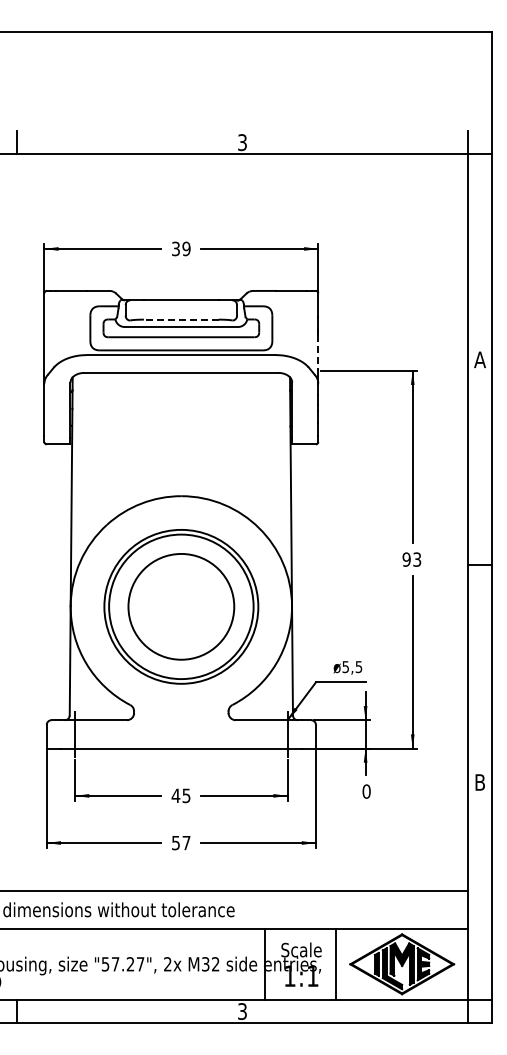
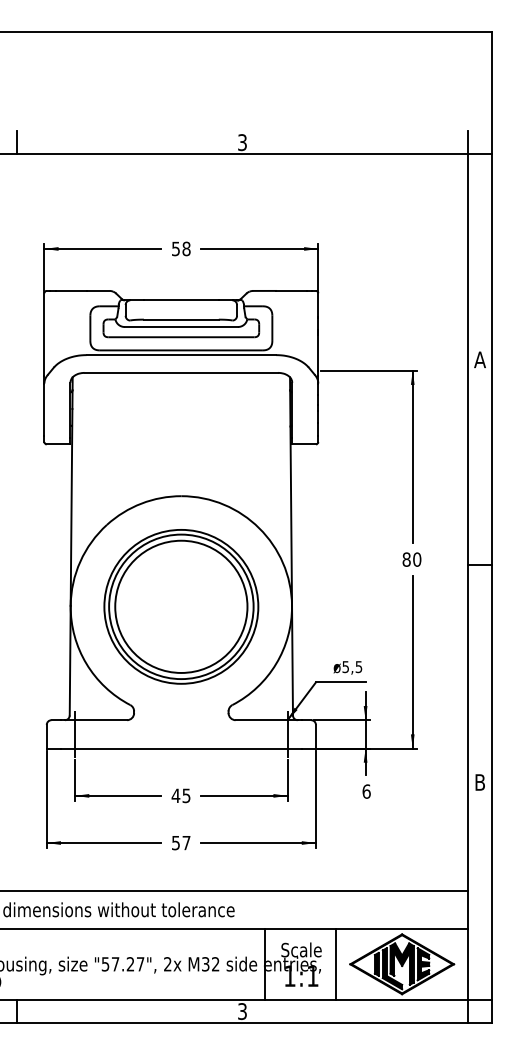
text at (181, 248): 39 -> 58
line at (180, 319): dashed -> solid
line at (318, 352): dashed -> solid
text at (411, 559): 93 -> 80
circle at (181, 606) diameter: 106 px -> 132 px
text at (366, 791): 0 -> 6
